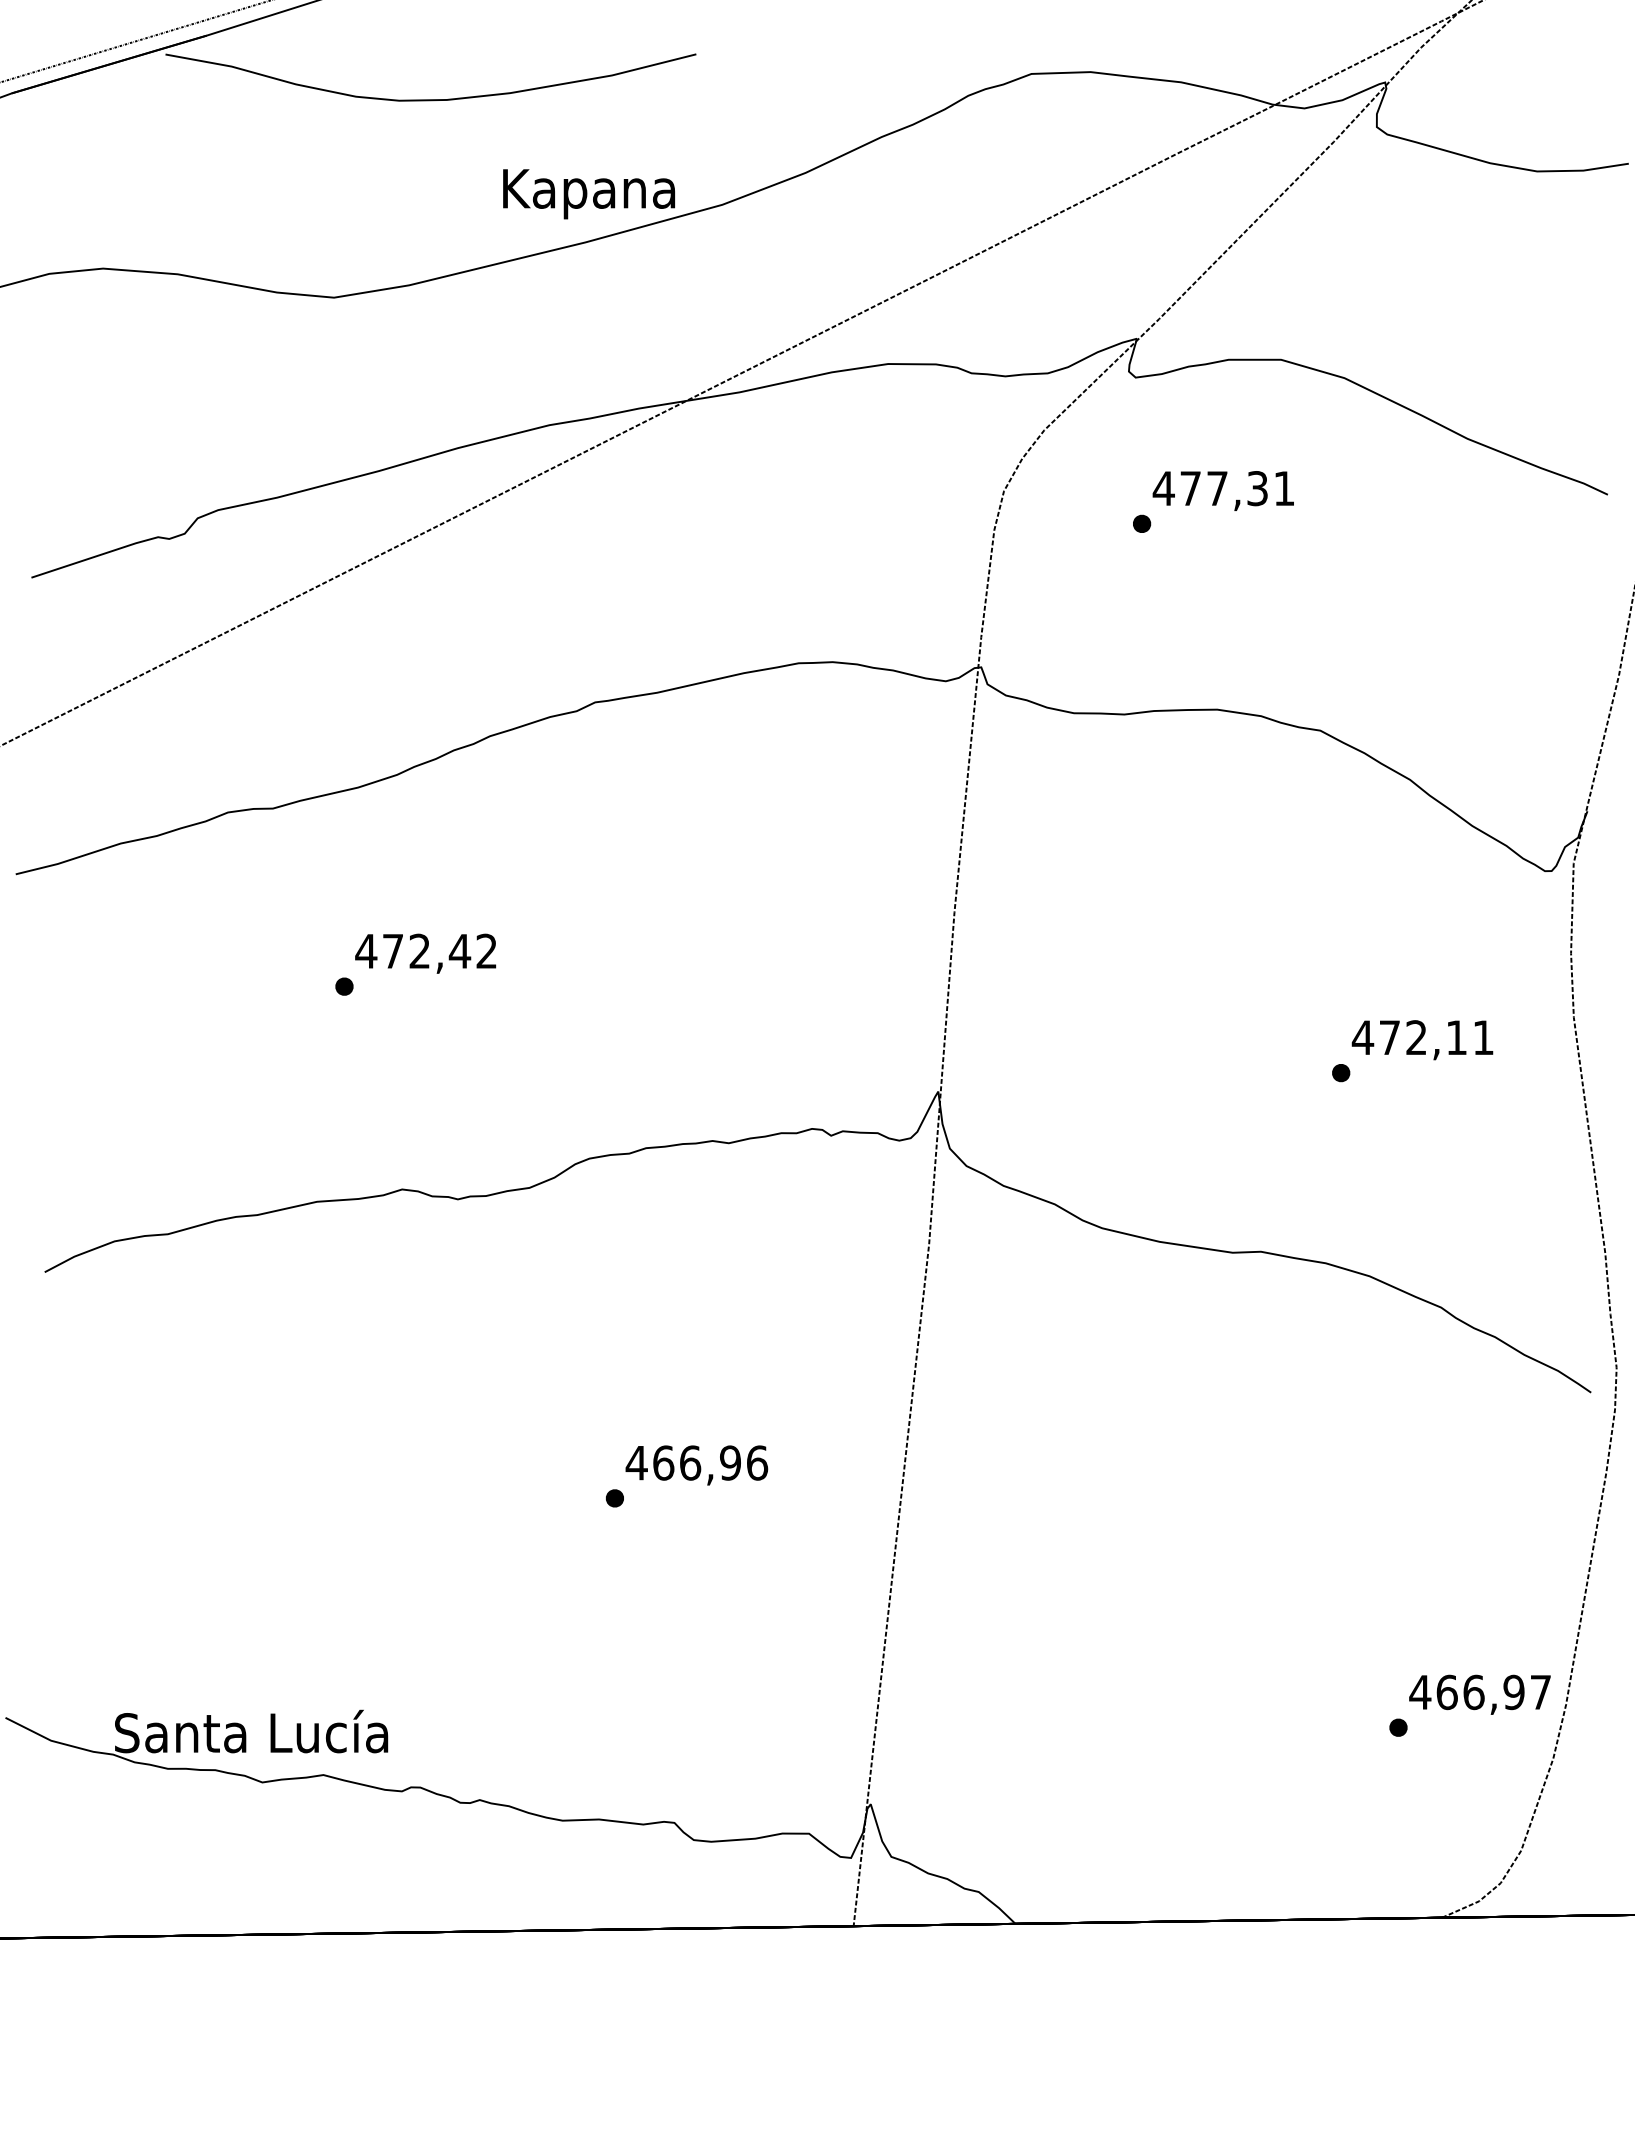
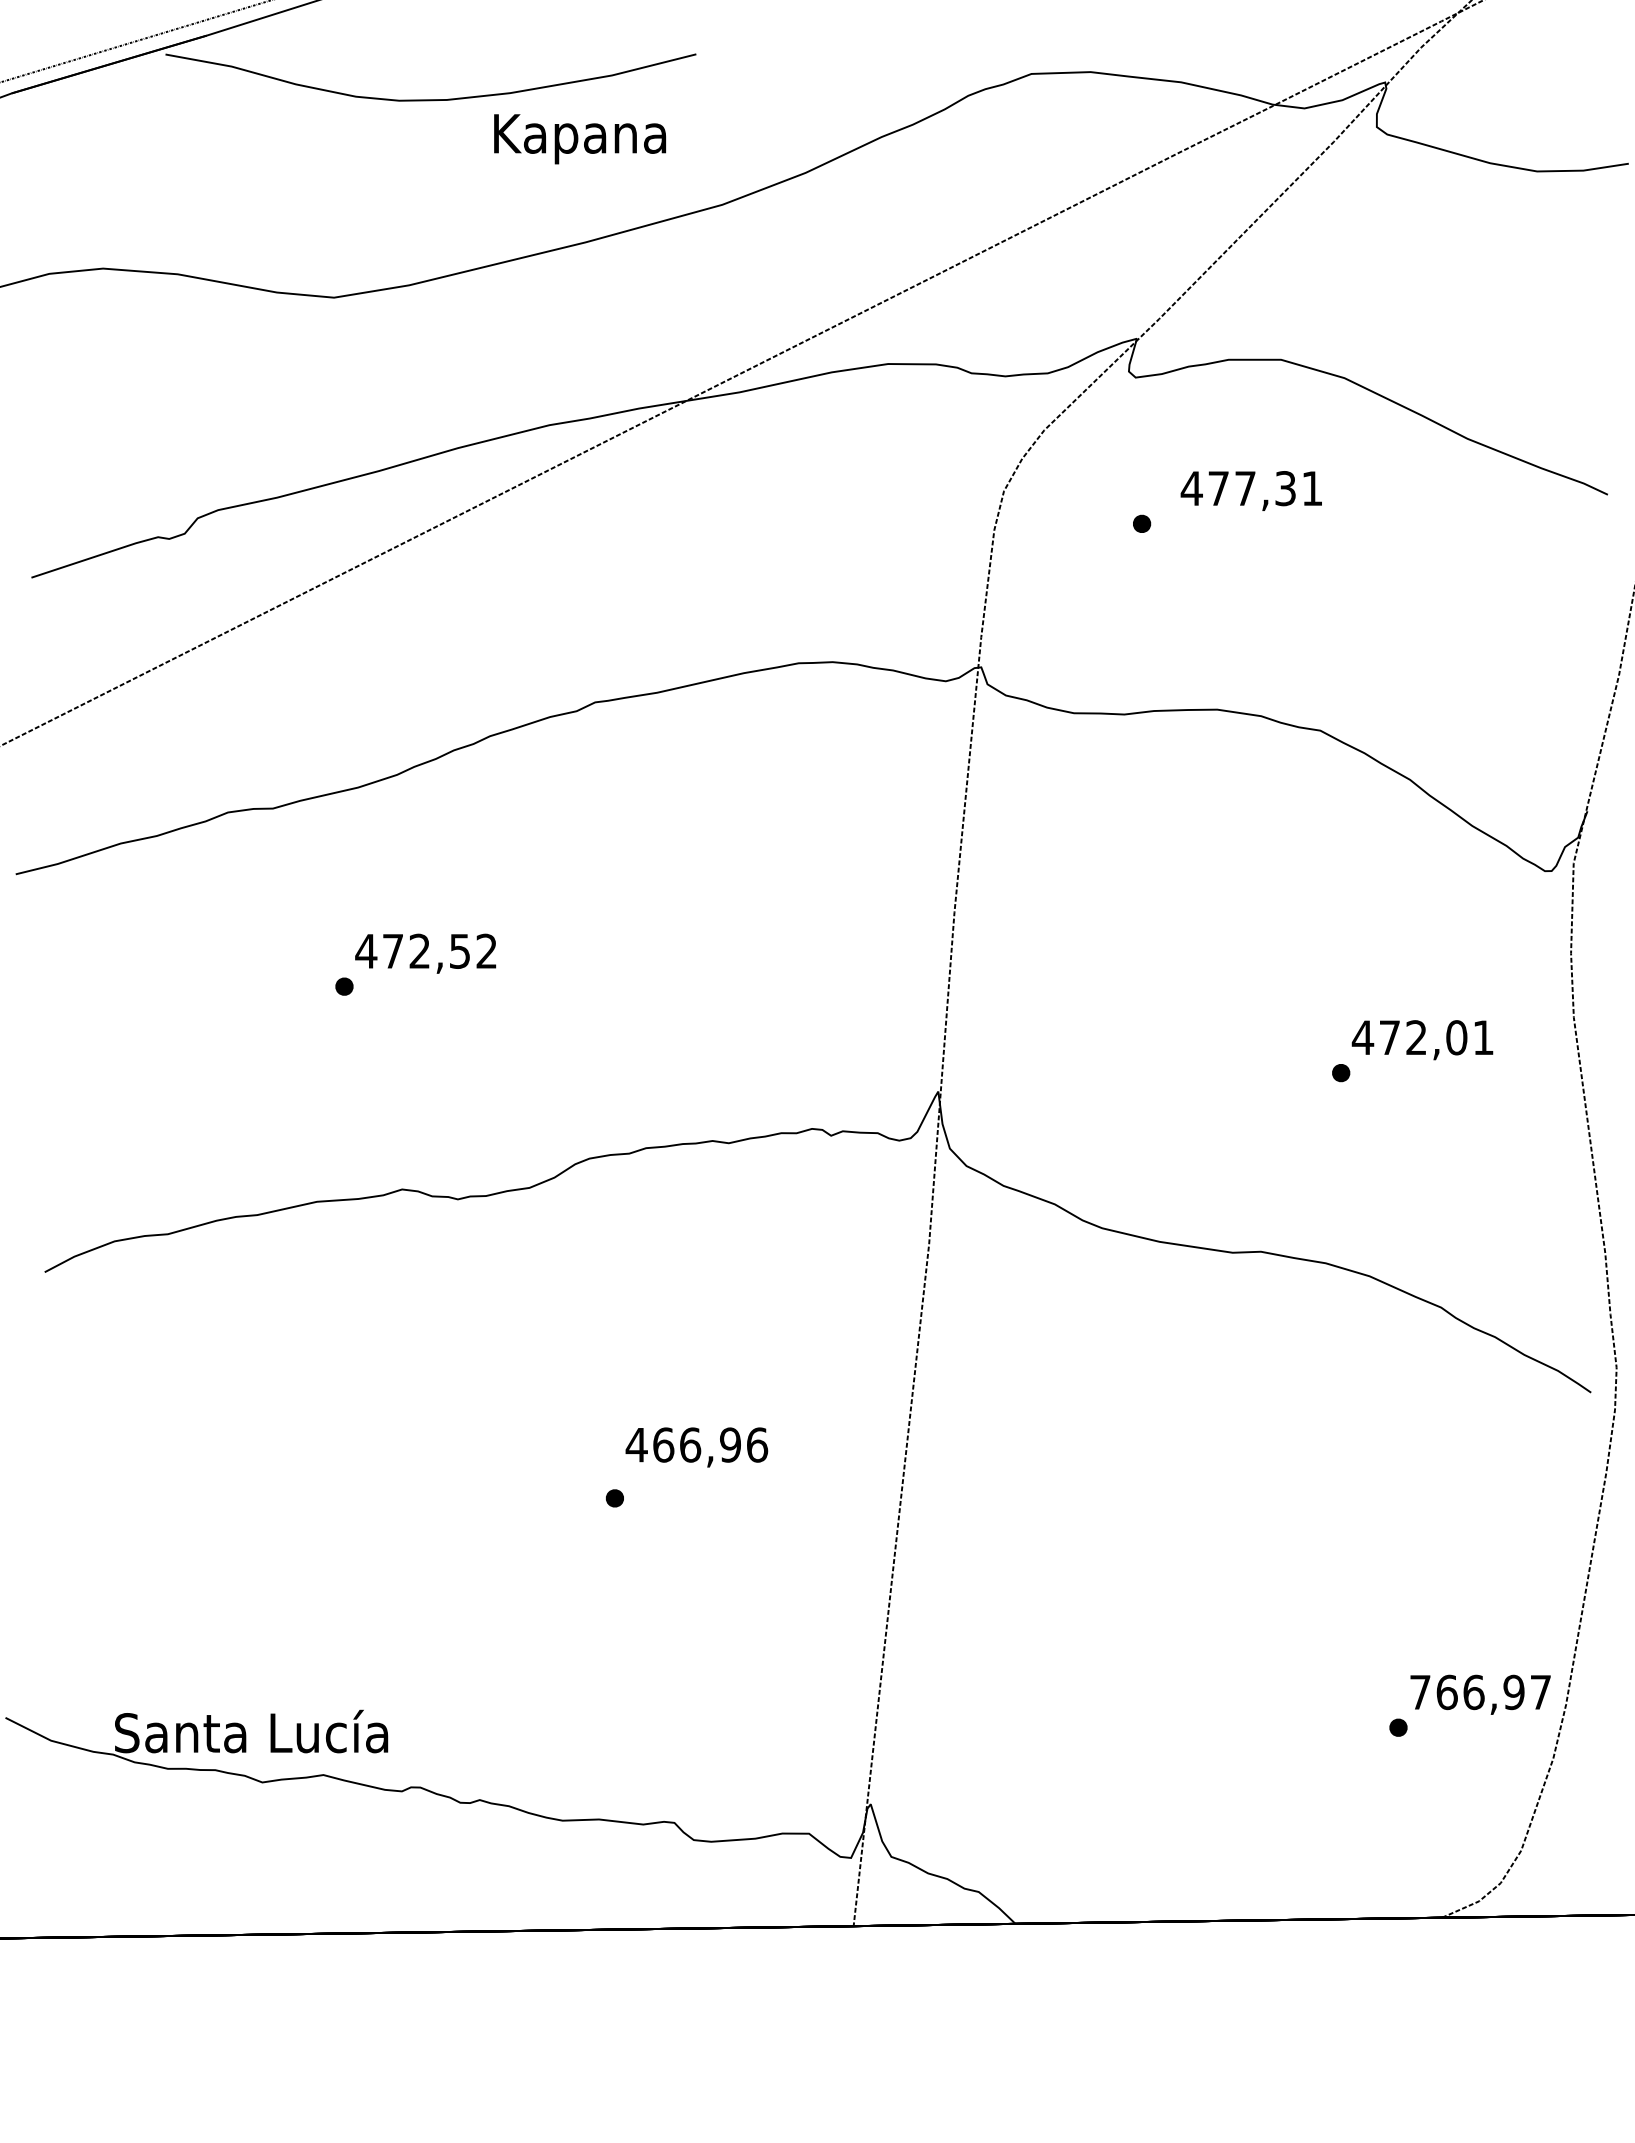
text at (588, 194) position: (588, 194) -> (579, 139)
text at (1222, 490) position: (1222, 490) -> (1250, 490)
text at (459, 951): 472,42 -> 472,52
text at (1456, 1037): 472,11 -> 472,01
text at (696, 1465) position: (696, 1465) -> (696, 1447)
text at (1420, 1692): 466,97 -> 766,97
